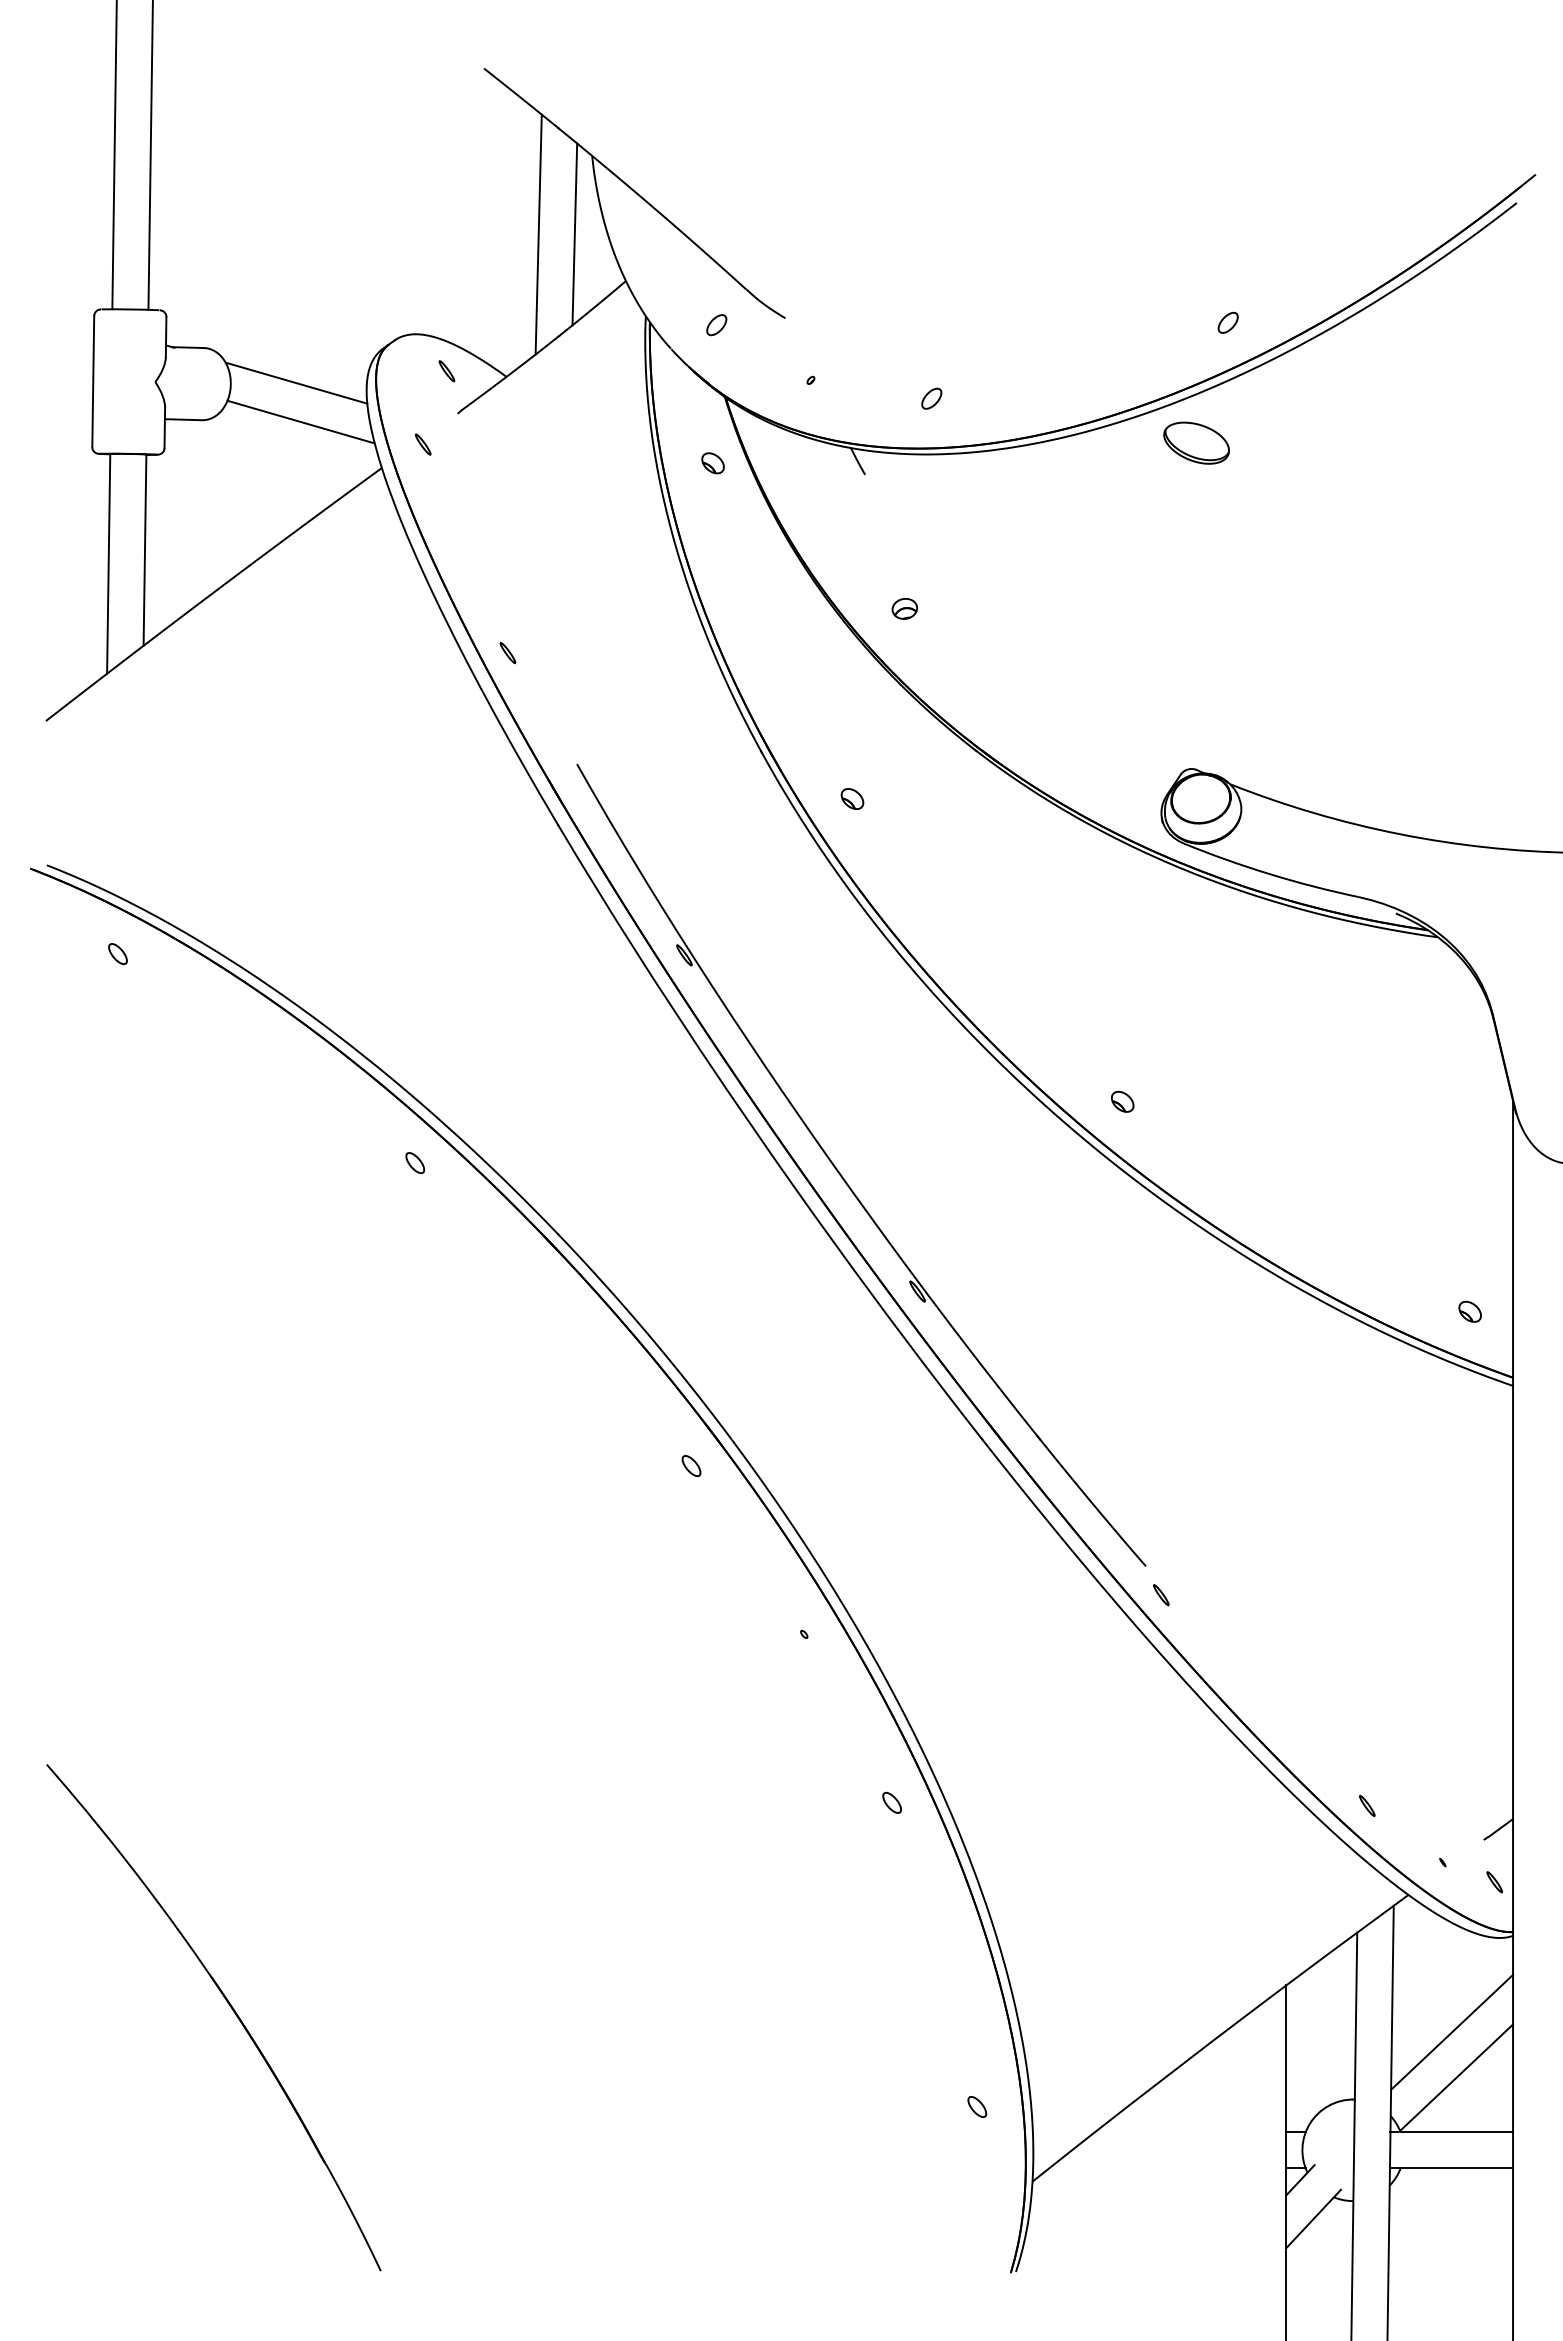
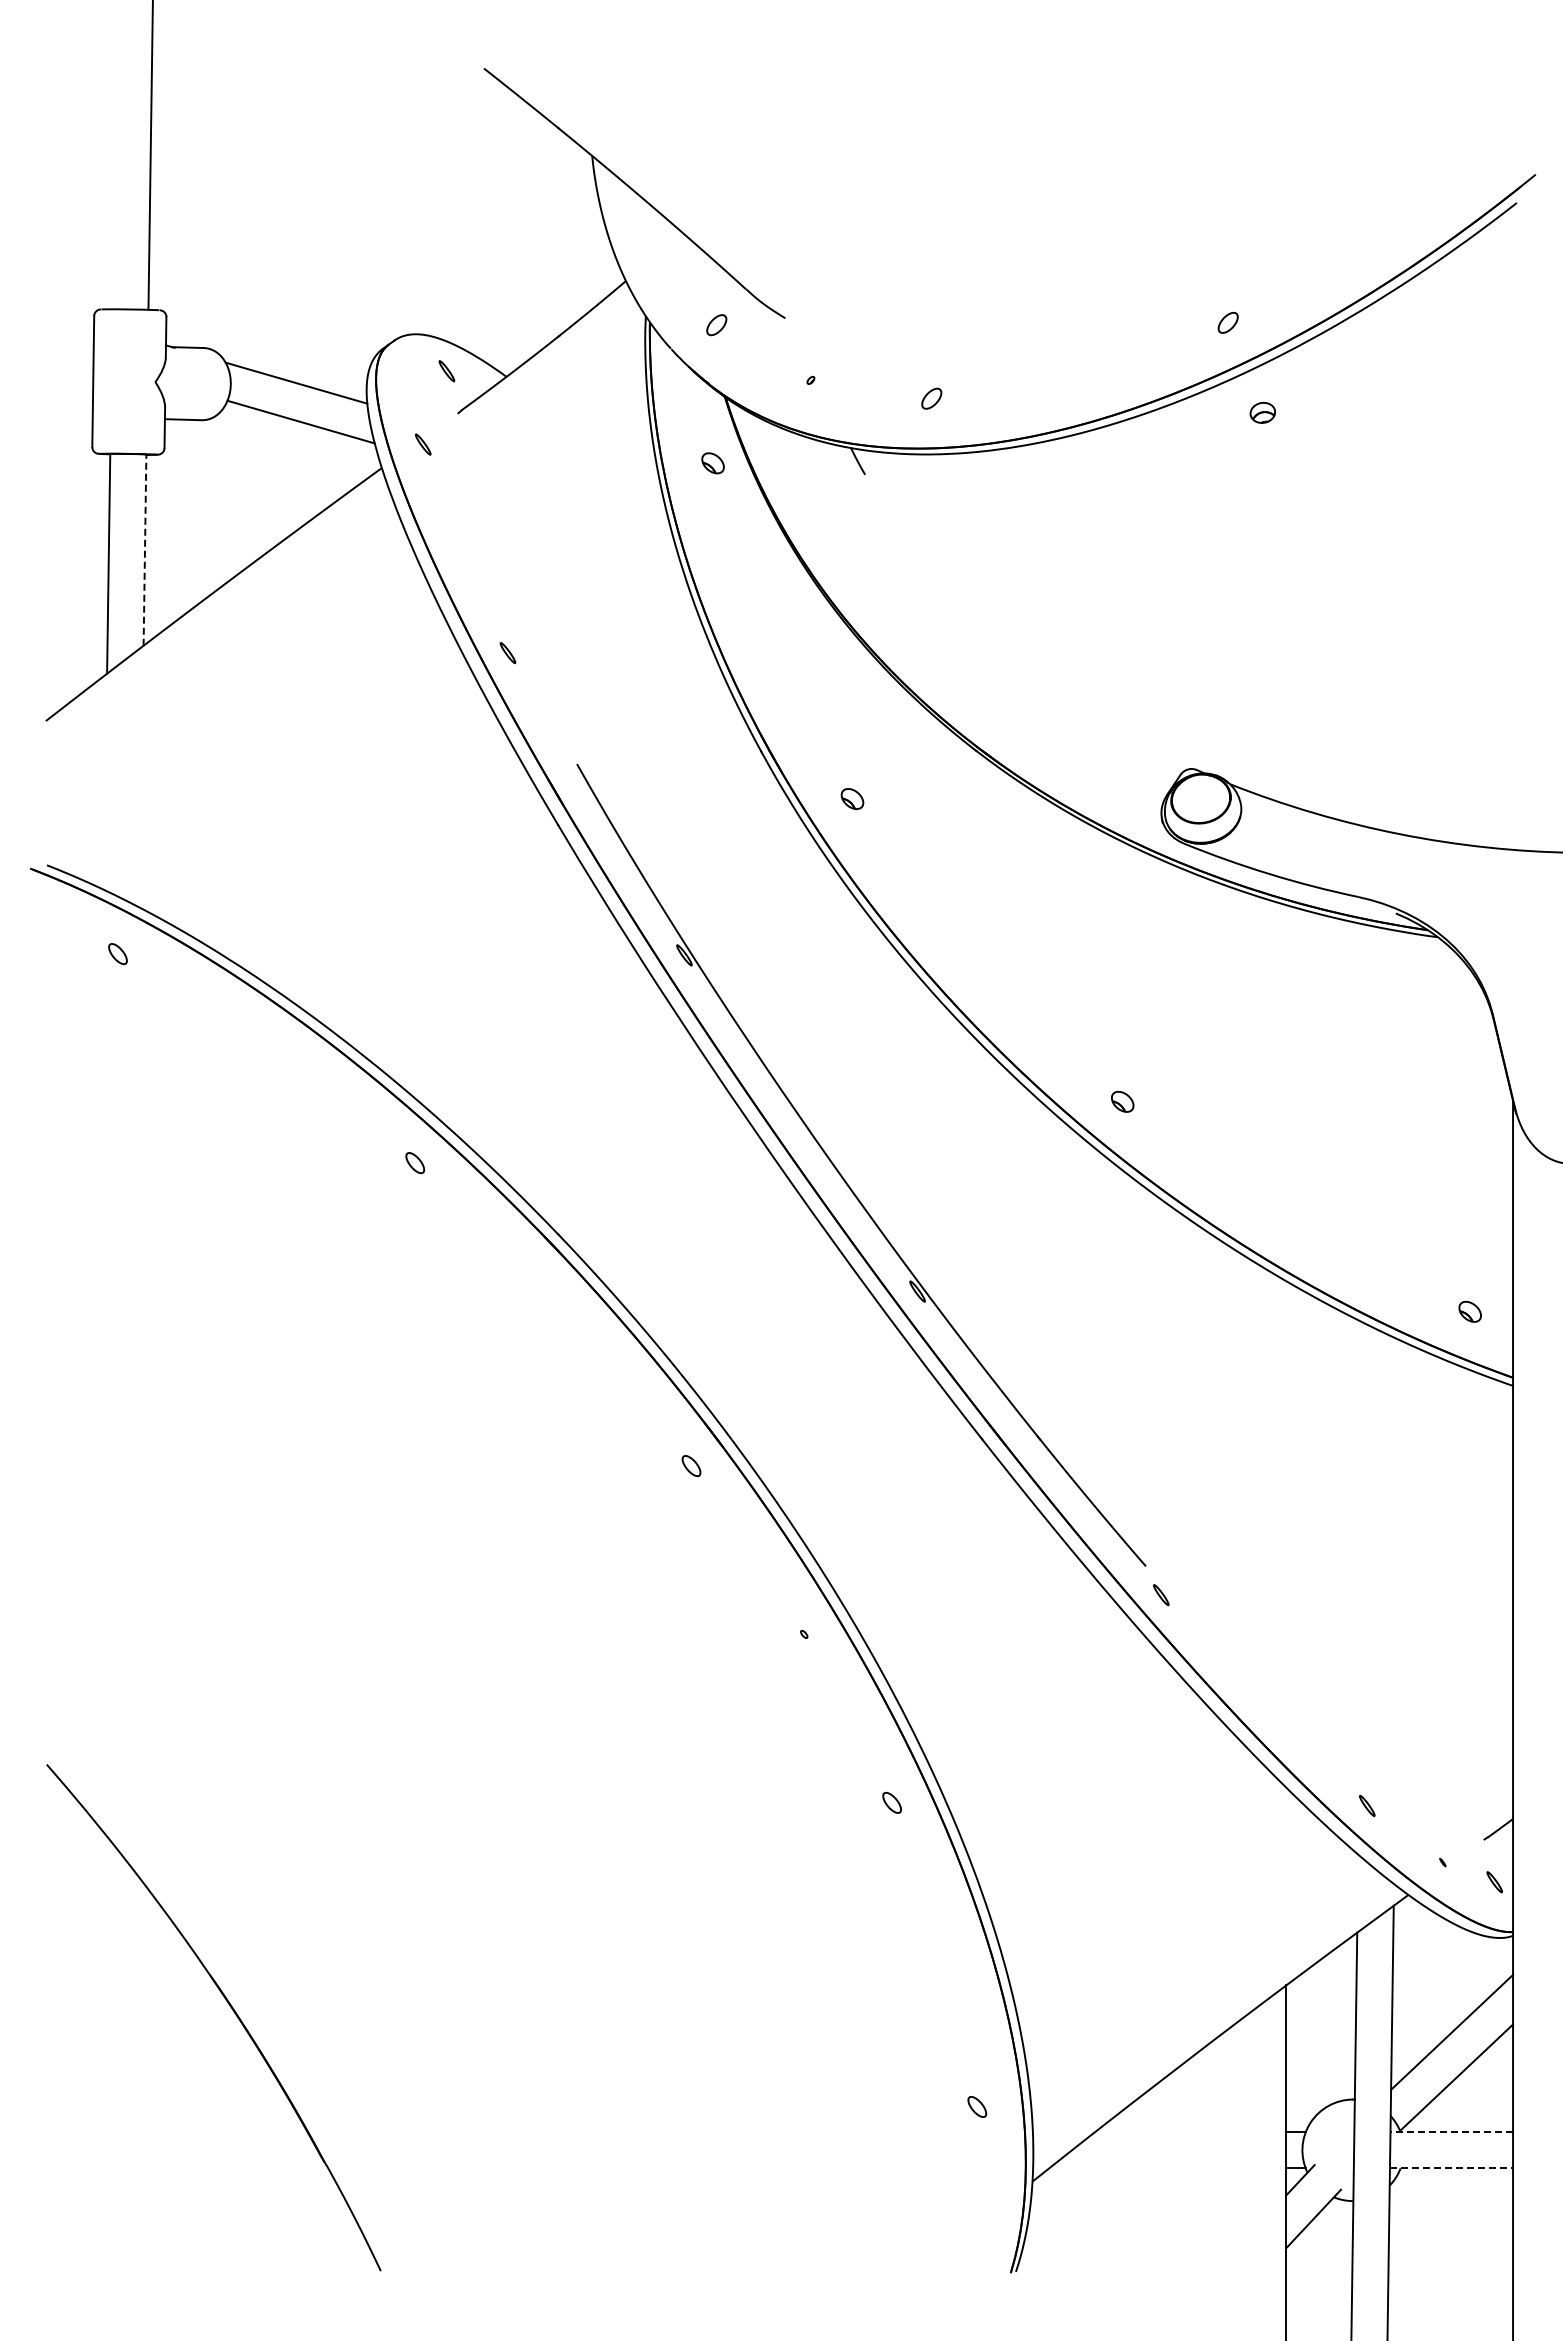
line at (114, 155): present -> none
line at (538, 234): present -> none
line at (574, 234): present -> none
part at (1196, 442): present -> none
line at (145, 550): solid -> dashed
part at (904, 608) position: (904, 608) -> (1262, 412)
line at (1451, 2132): solid -> dashed
line at (1451, 2168): solid -> dashed
